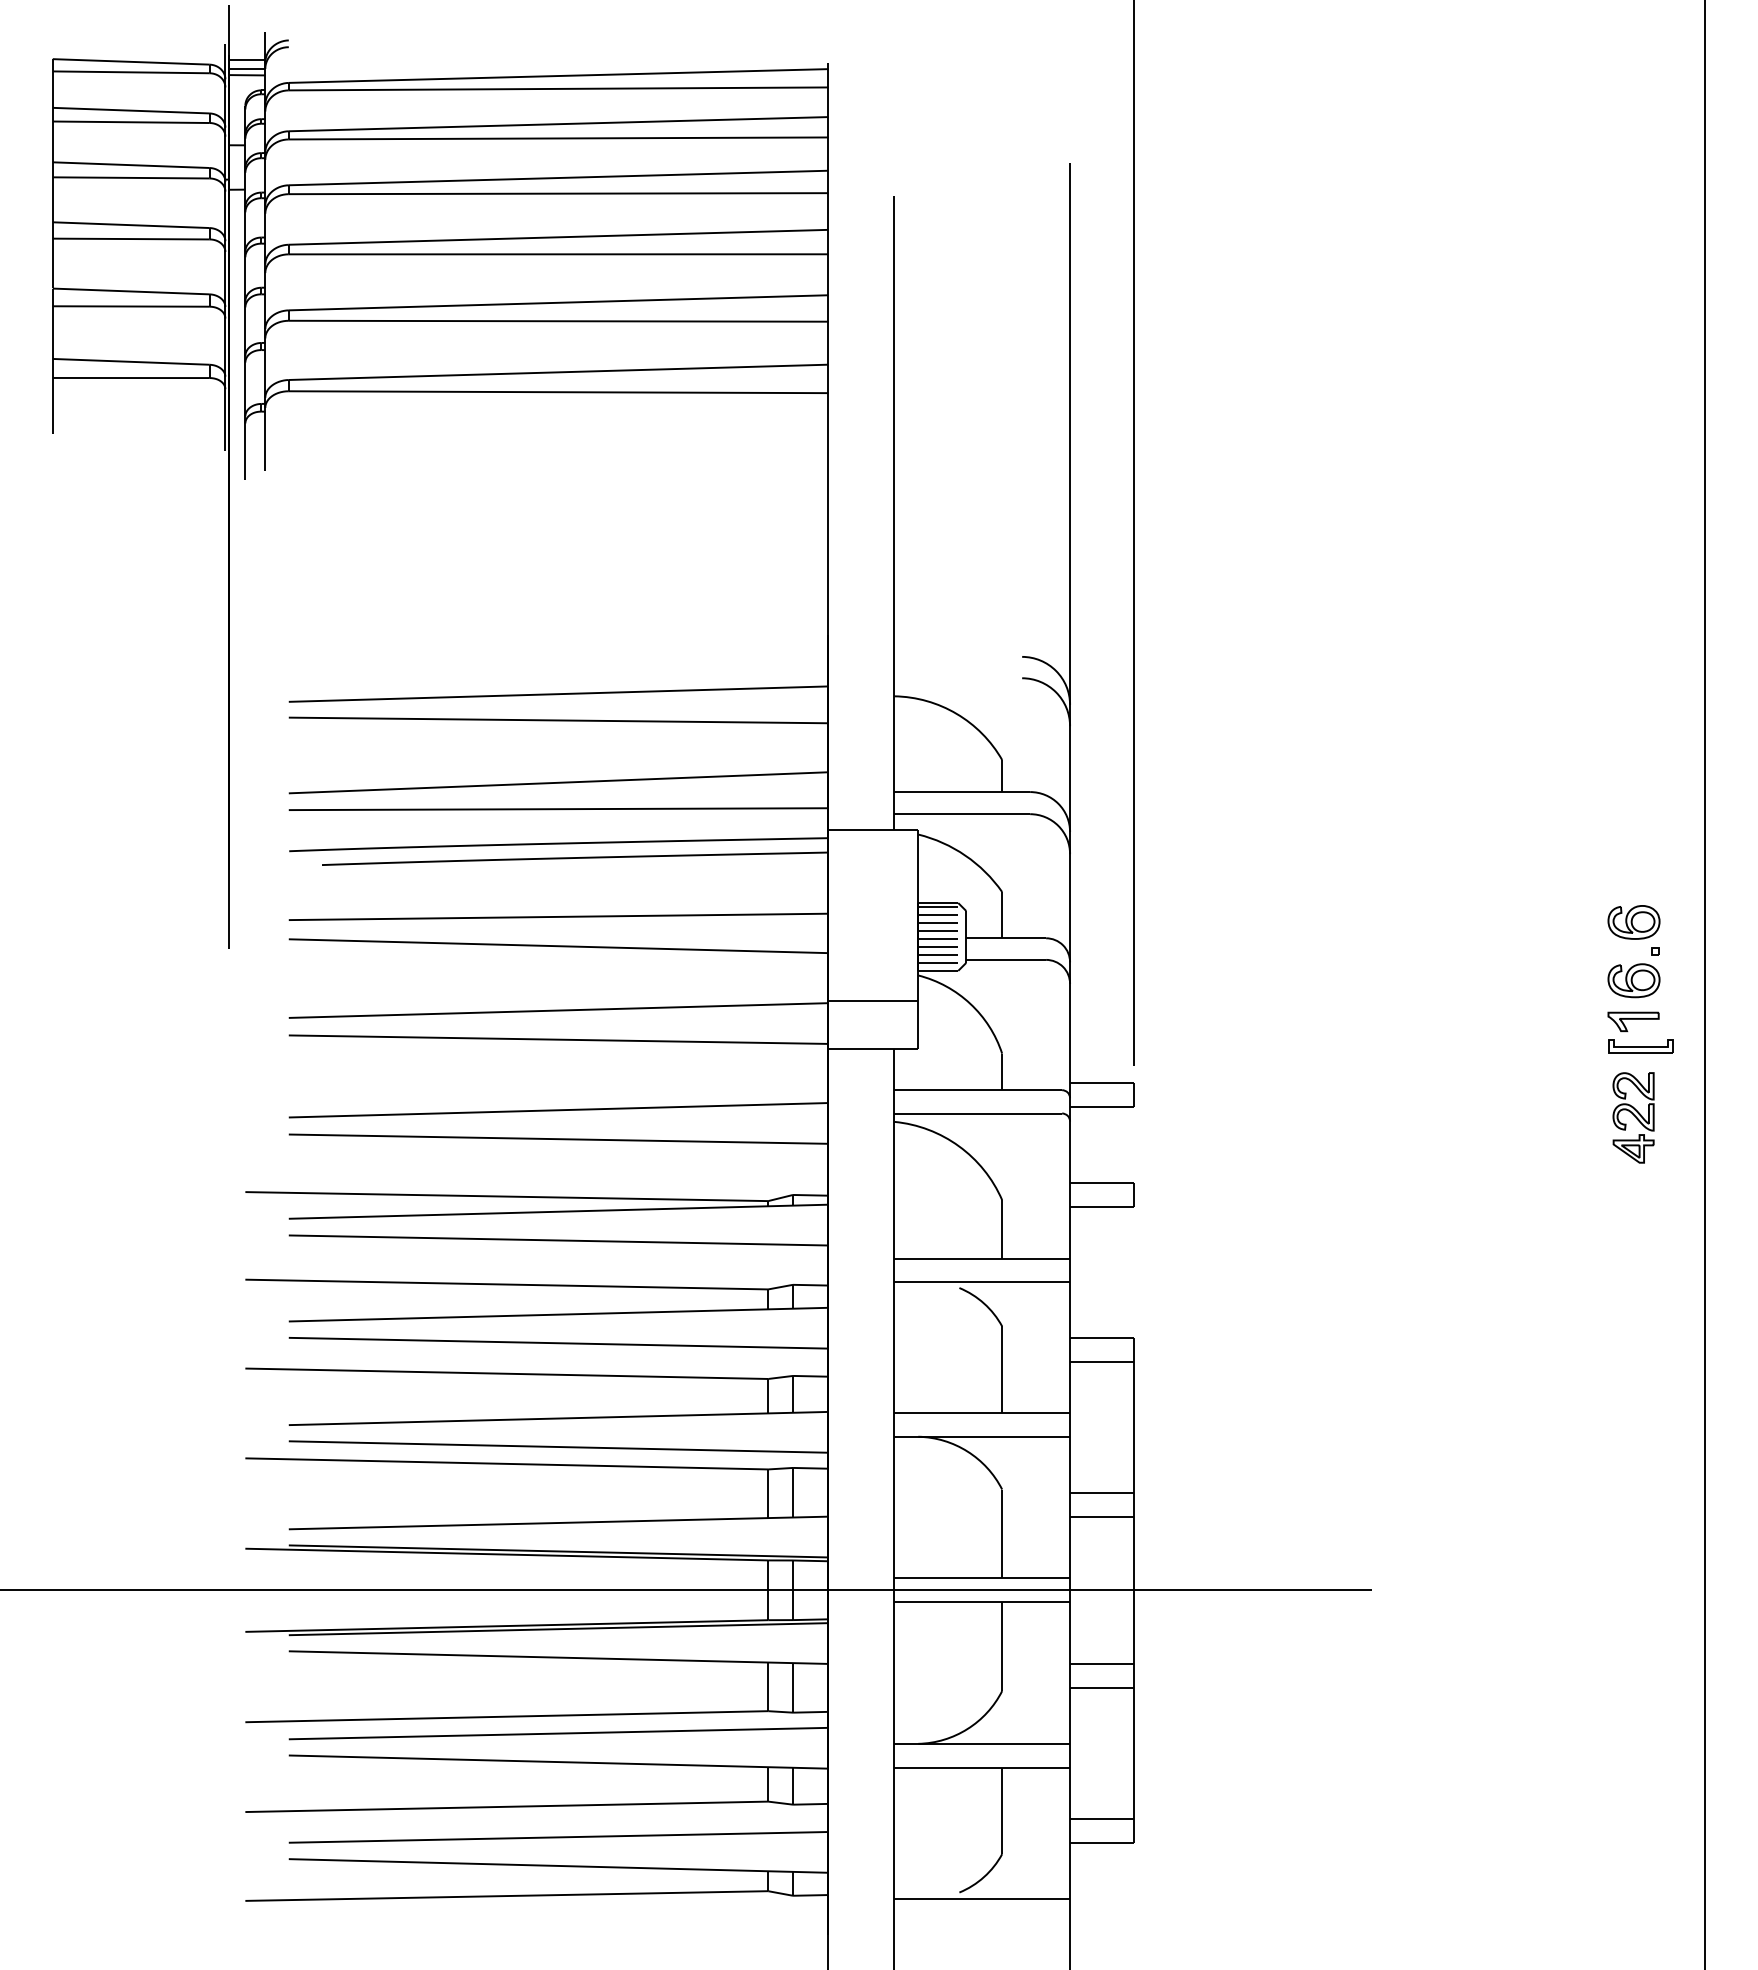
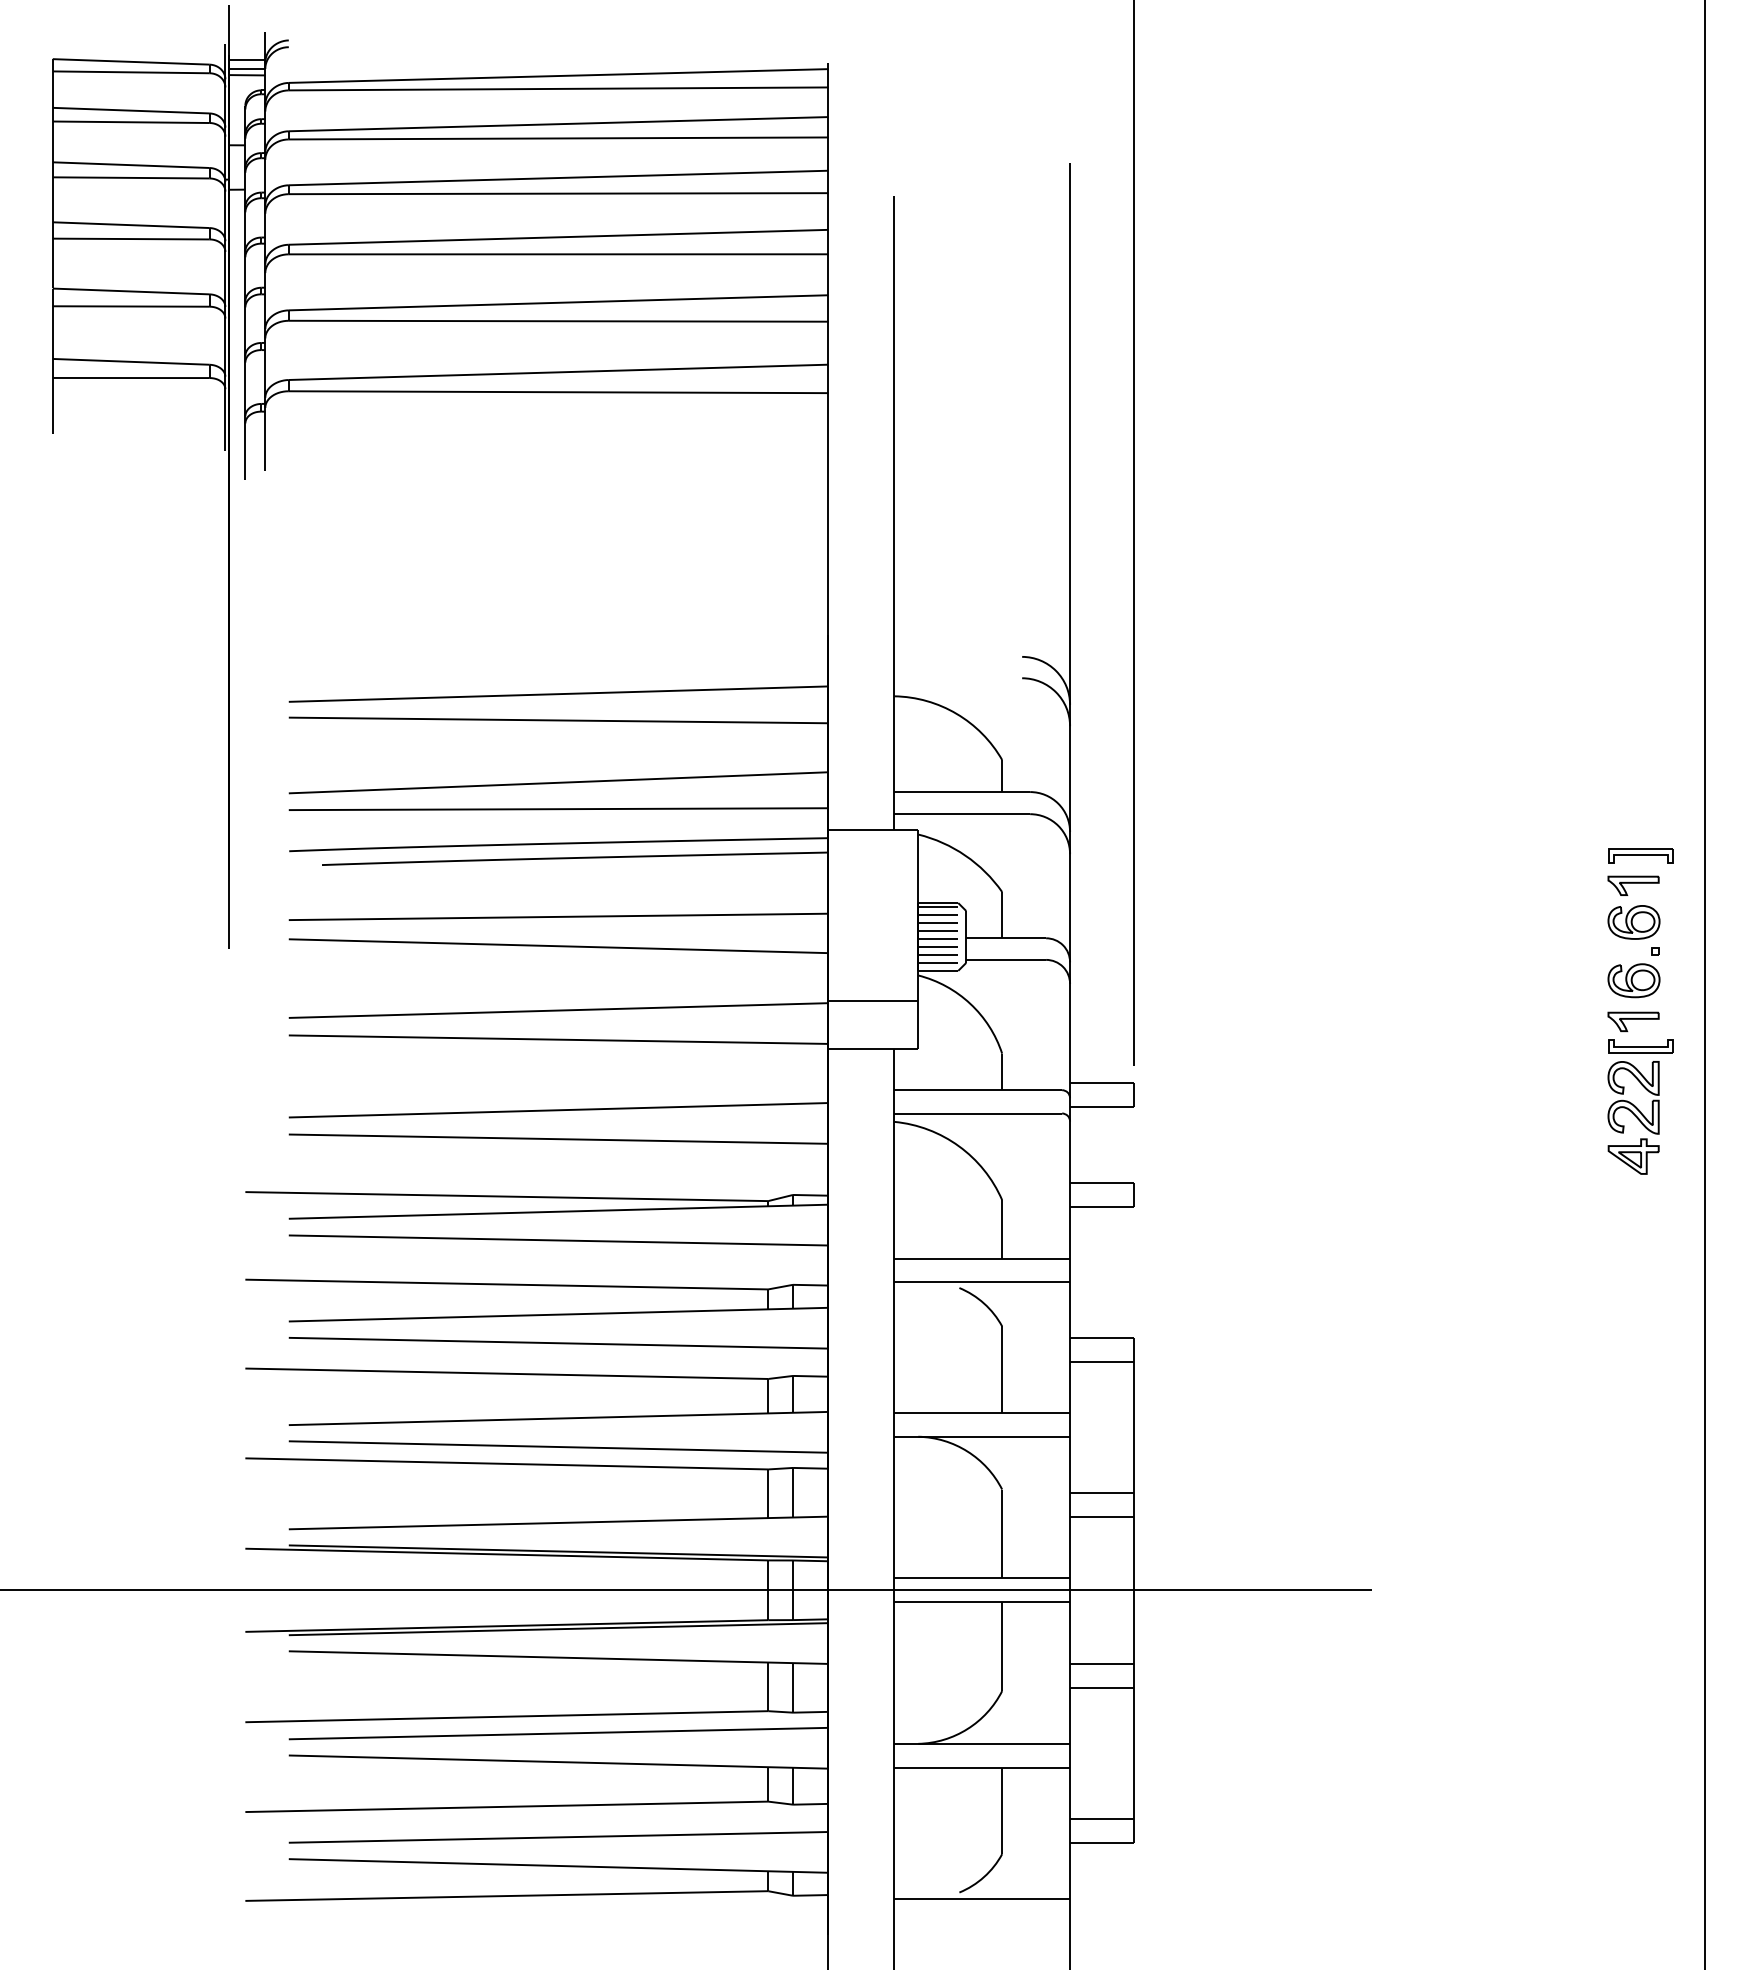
part at (1640, 855): none -> present
part at (1633, 885): none -> present
part at (1633, 1117) size: 43x92 px -> 53x114 px
